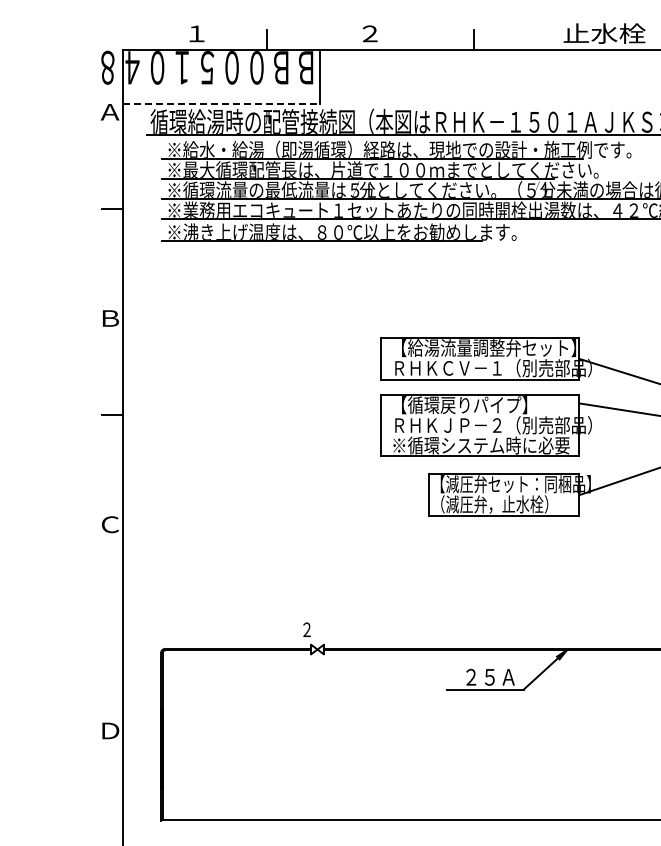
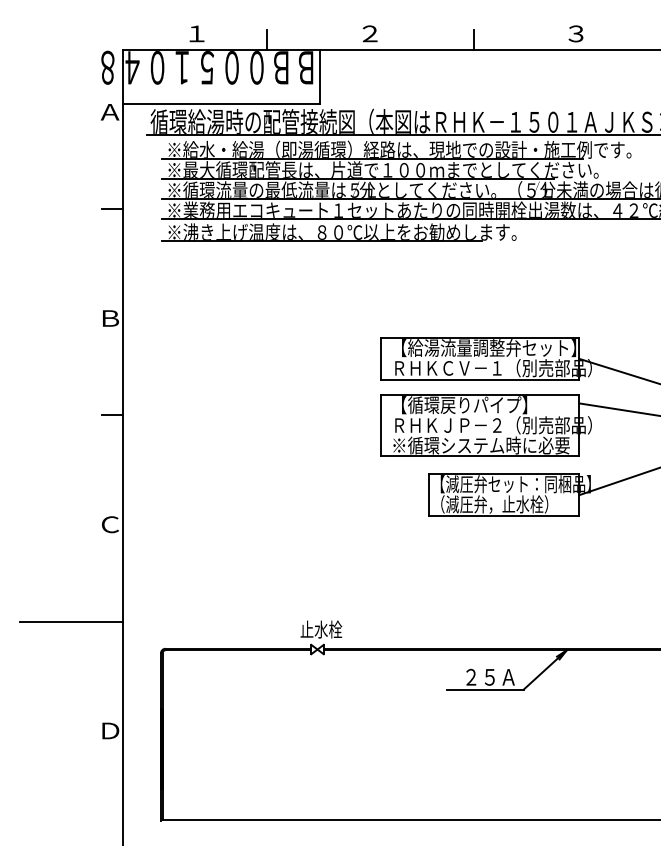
text at (604, 33): 止水栓 -> ３
line at (221, 104): dashed -> solid
line at (70, 621): none -> present
text at (321, 629): ２ -> 止水栓
